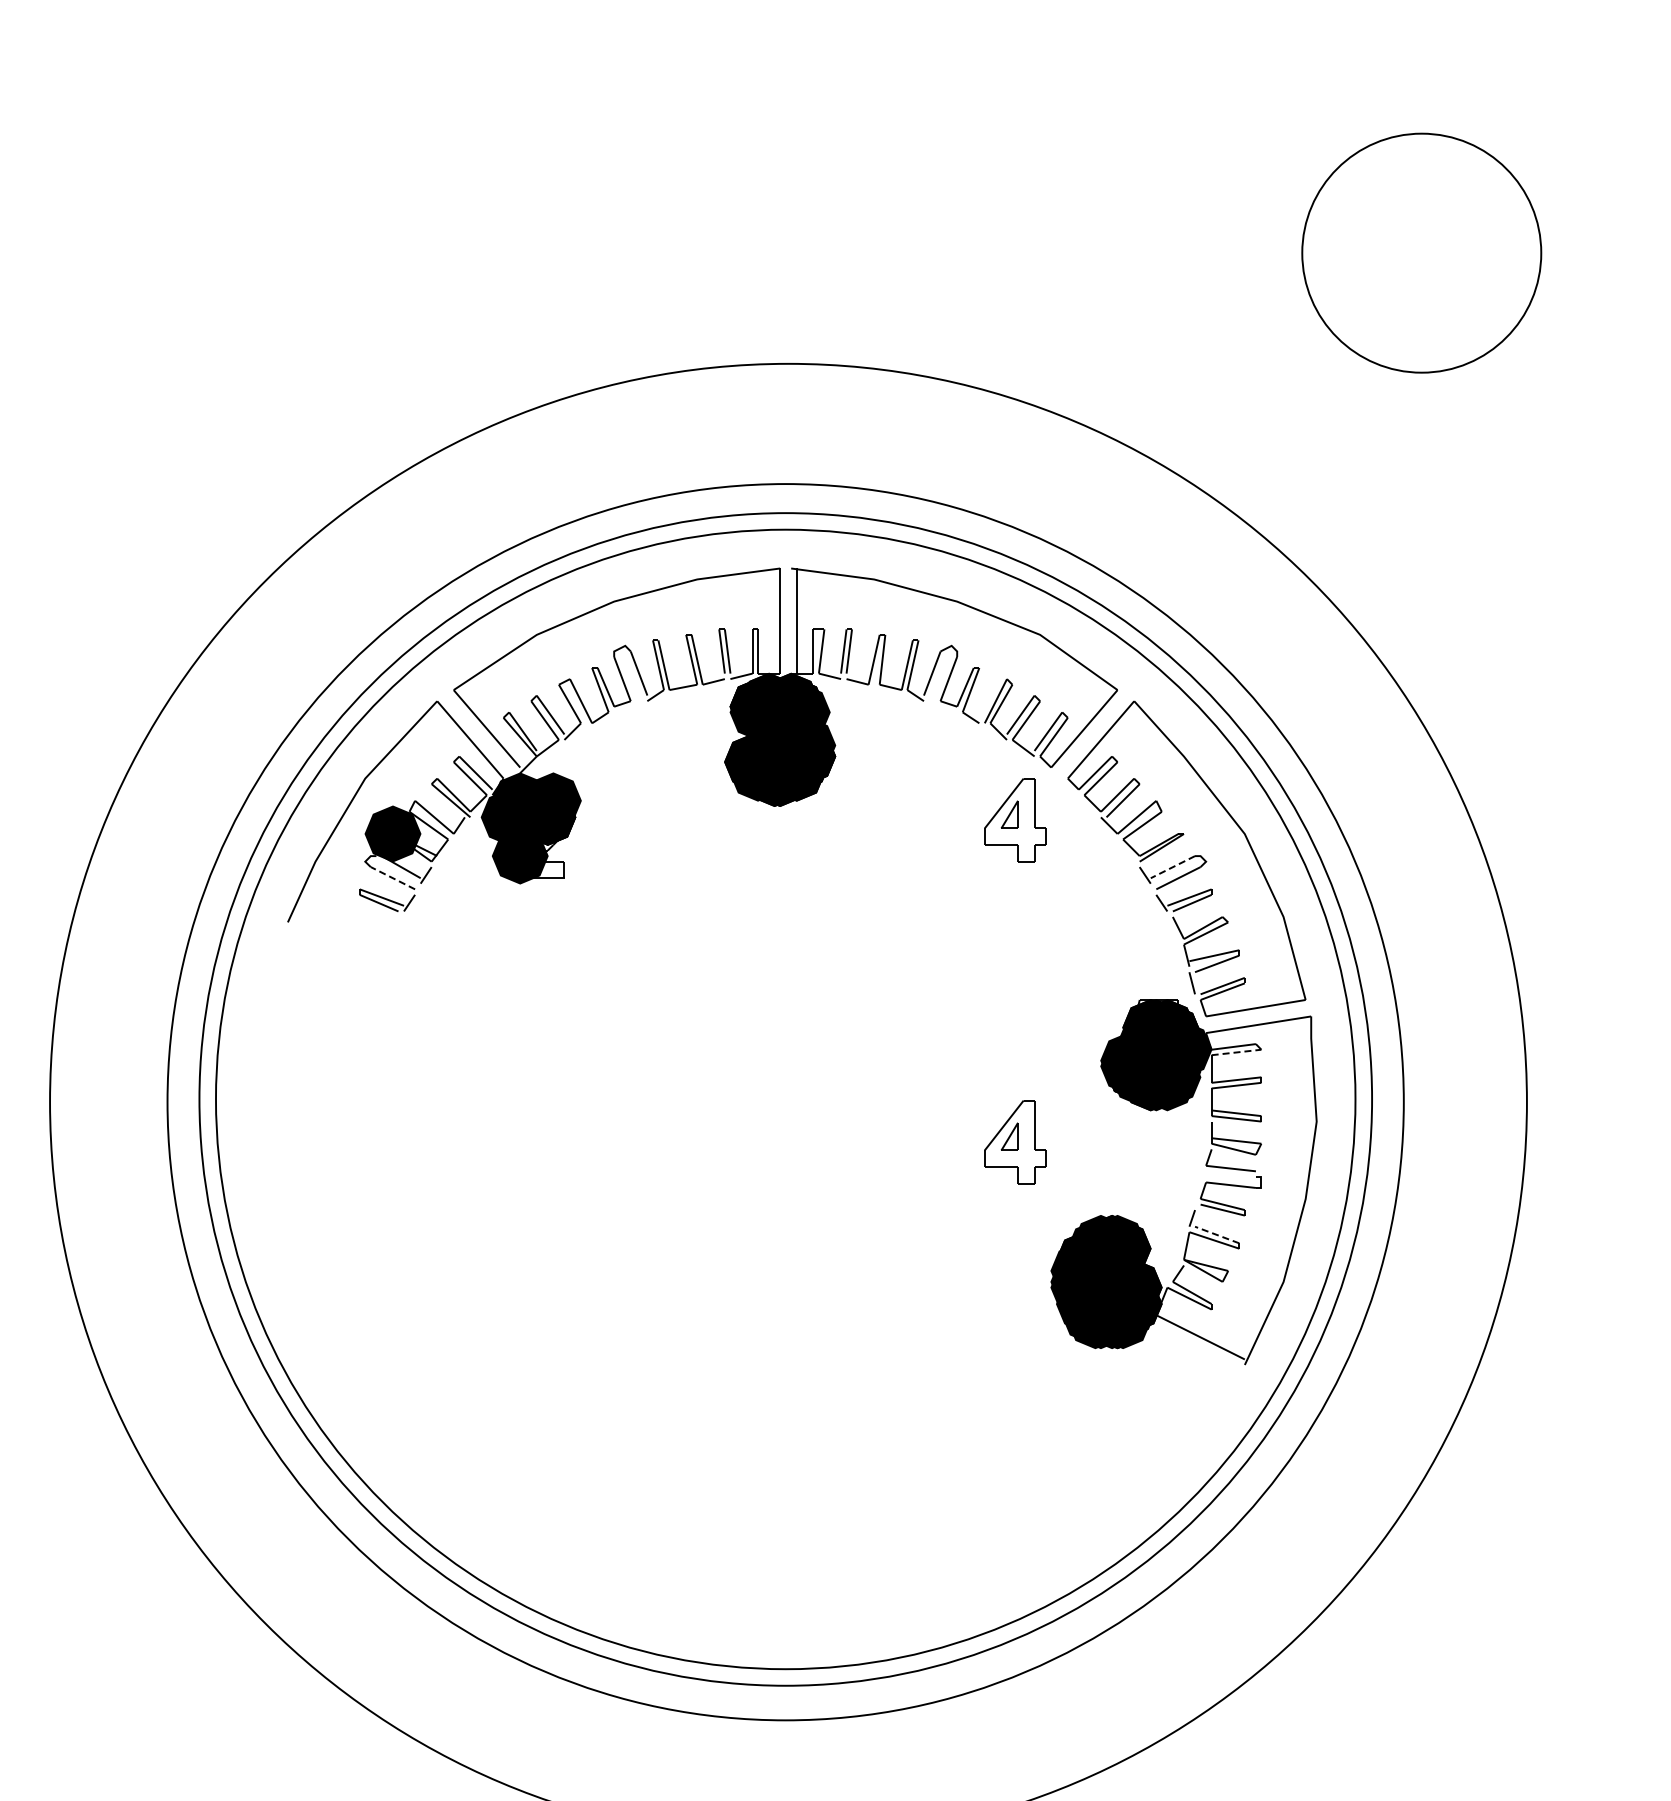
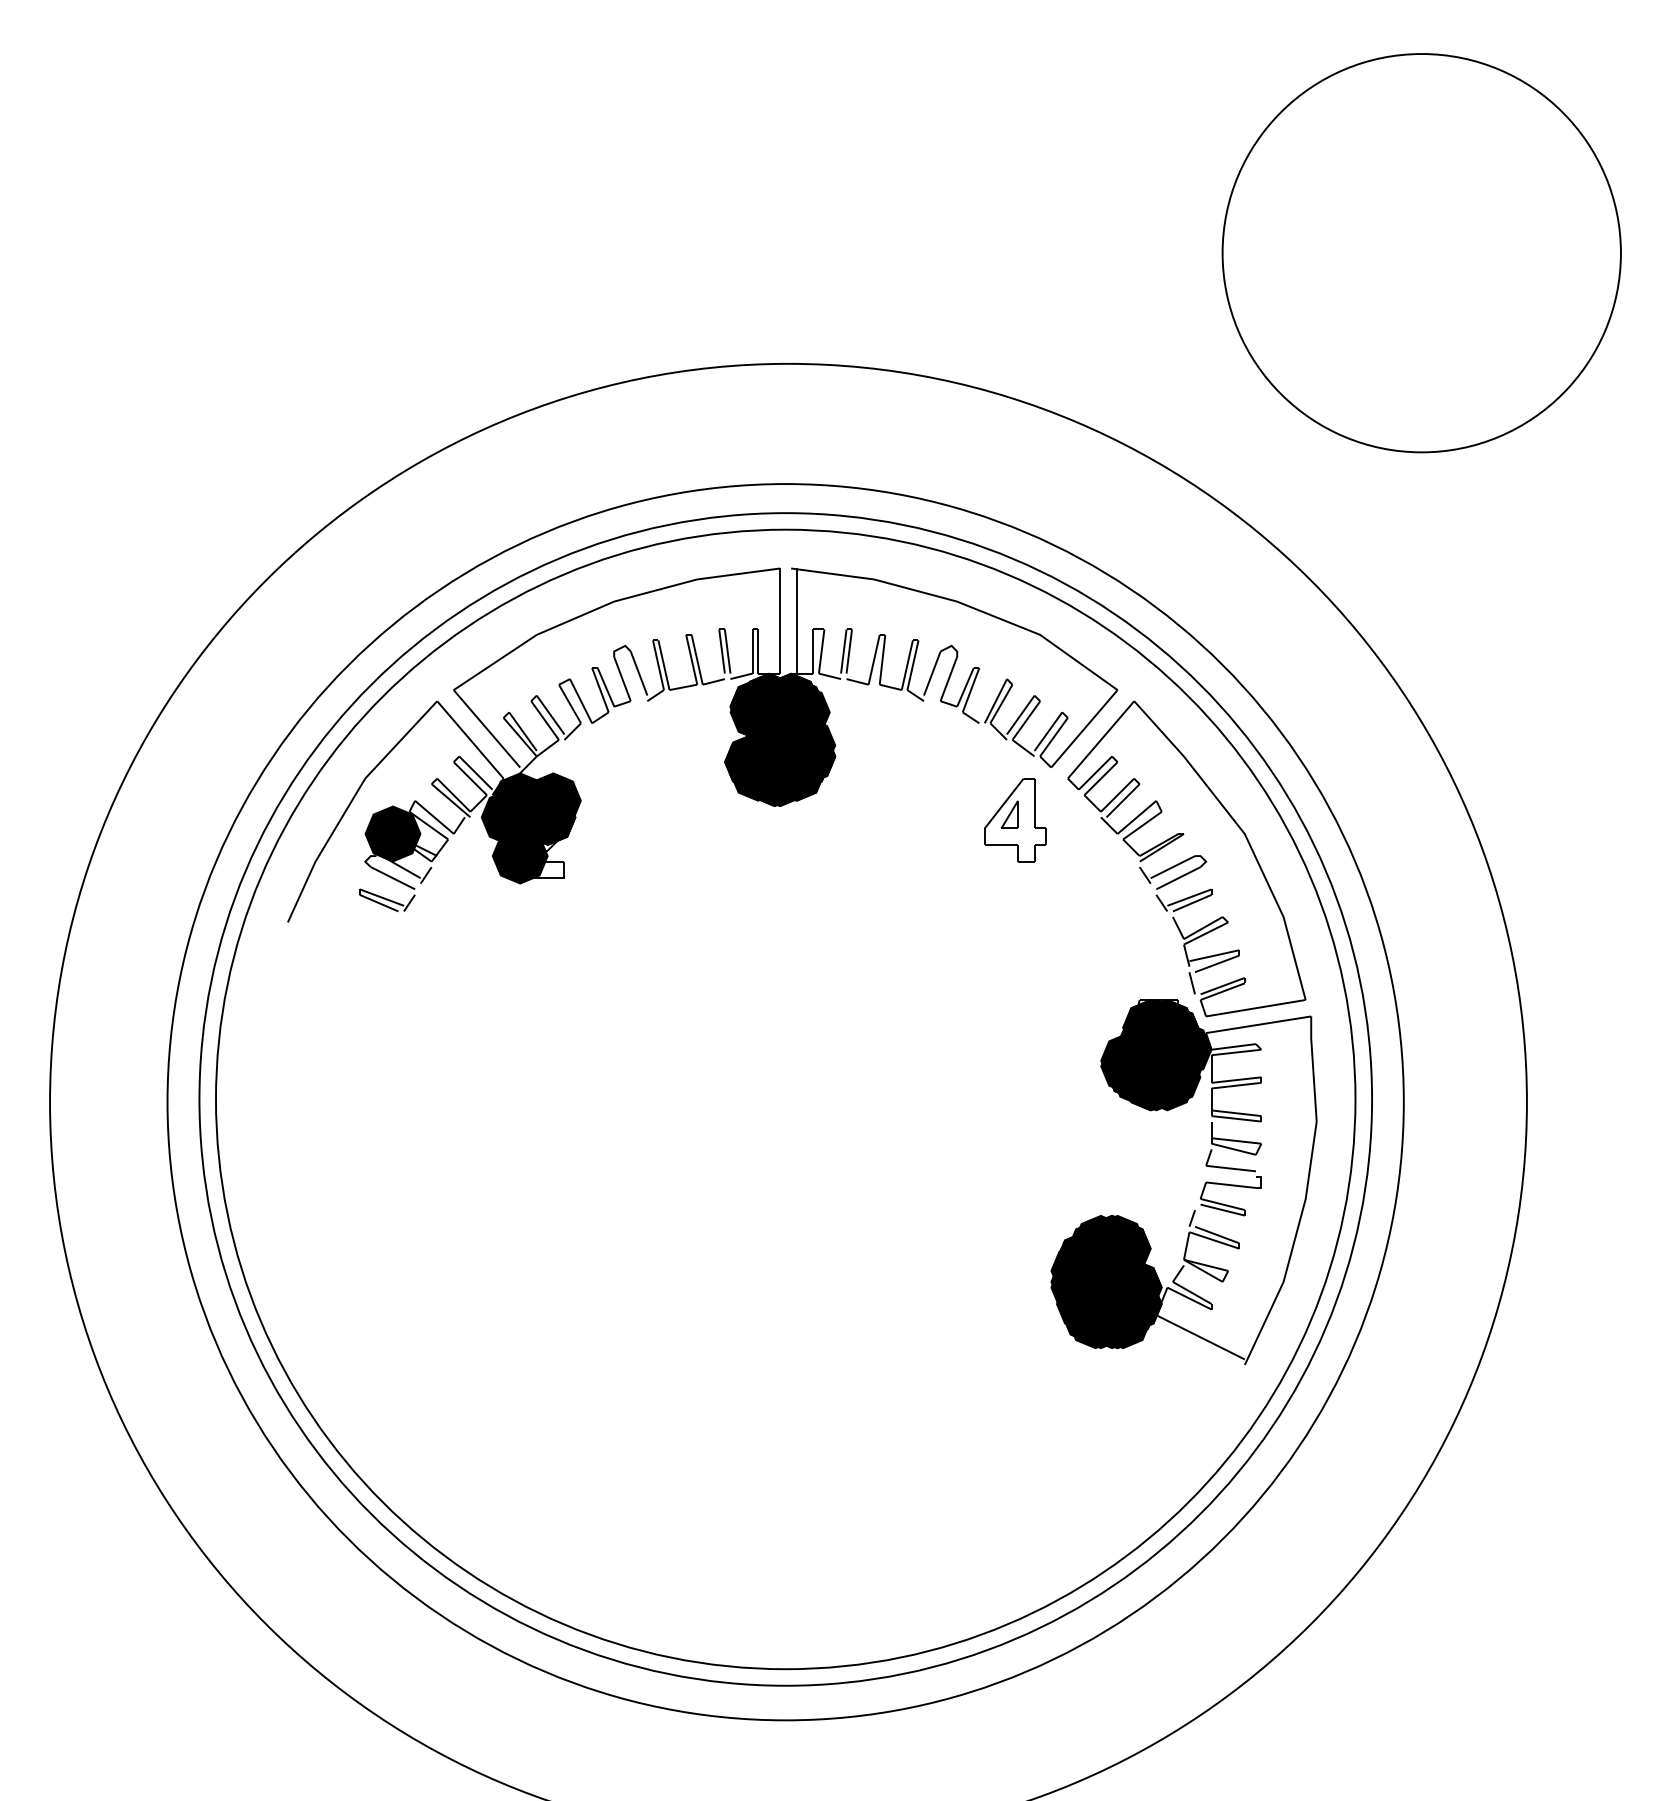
circle at (1421, 252) diameter: 239 px -> 398 px
line at (1172, 867): dashed -> solid
line at (392, 878): dashed -> solid
line at (1237, 1052): dashed -> solid
part at (1015, 1142): present -> none
line at (1217, 1235): dashed -> solid
